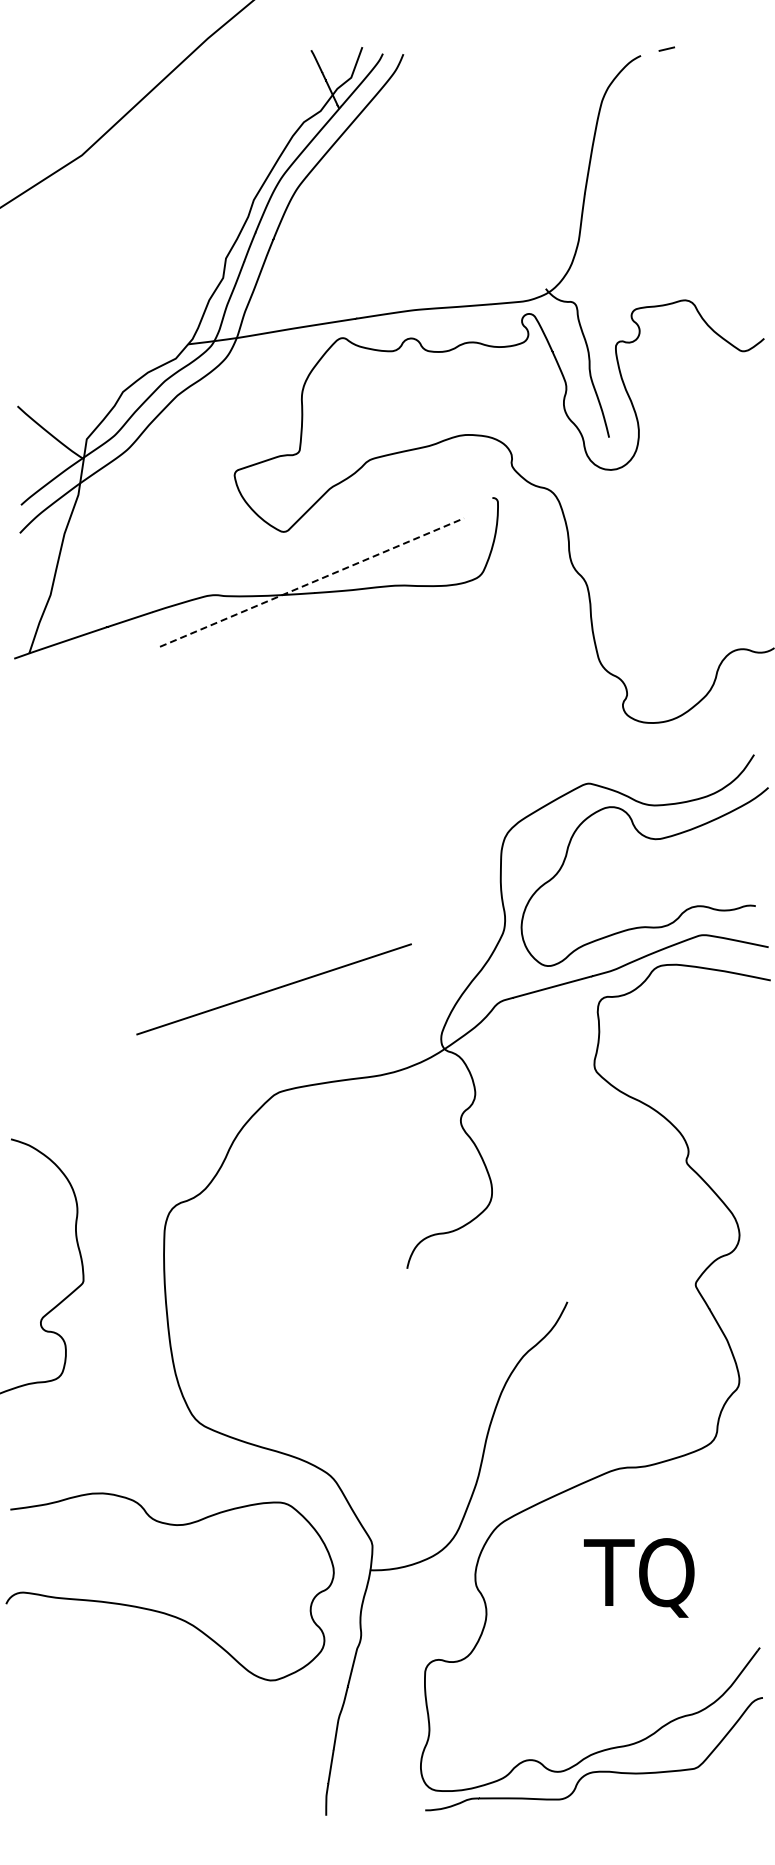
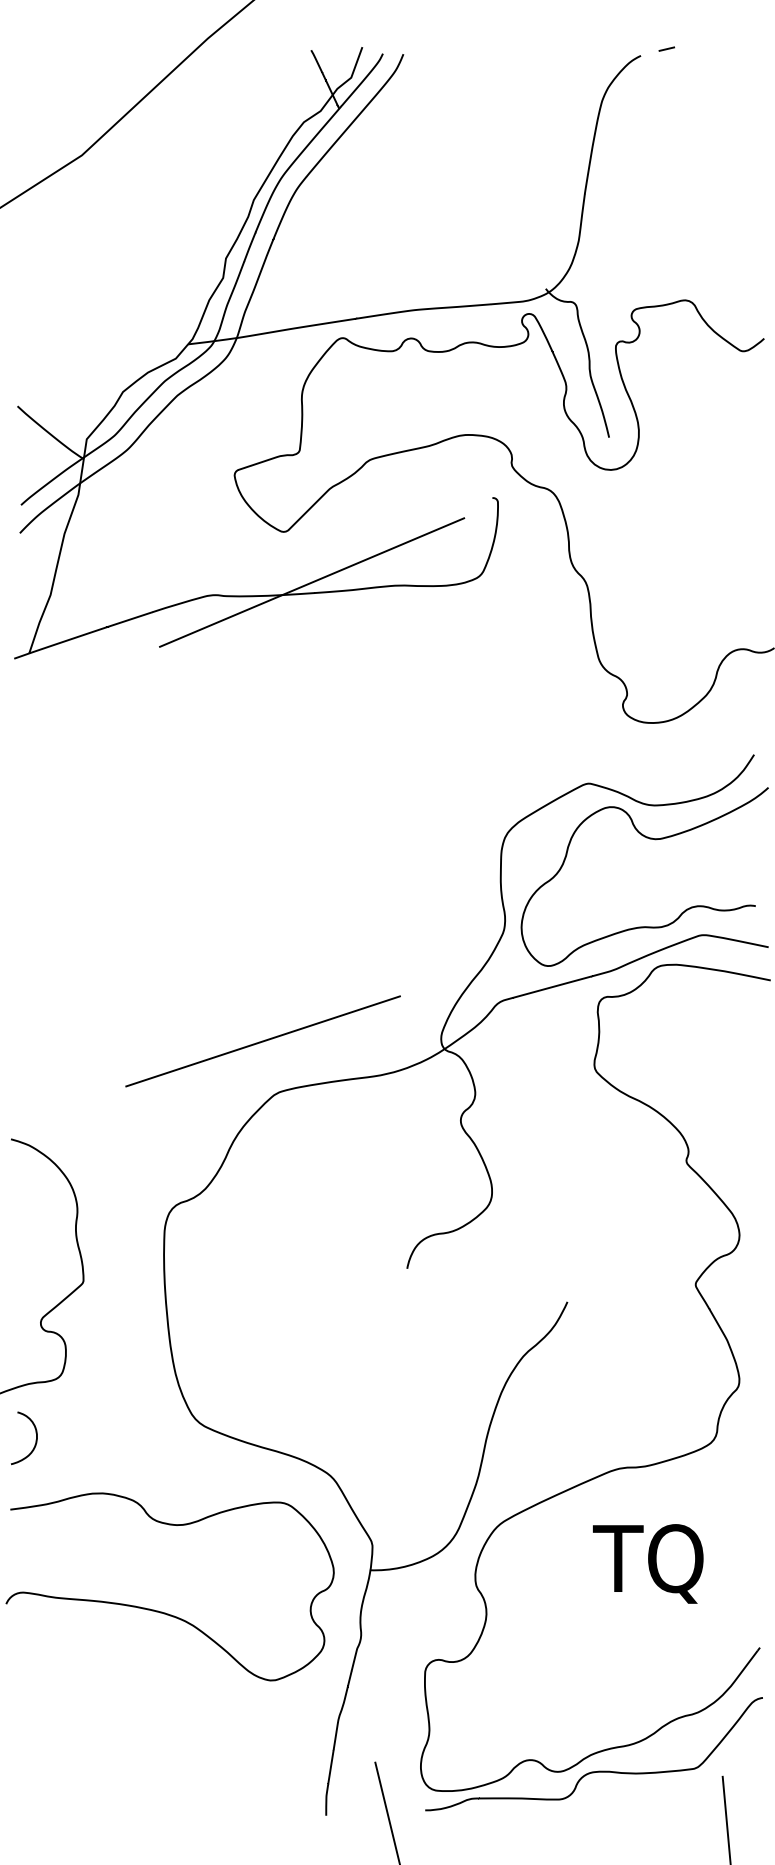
line at (312, 582): dashed -> solid
line at (273, 989) position: (273, 989) -> (262, 1041)
curve at (35, 1440): none -> present
text at (639, 1577) position: (639, 1577) -> (648, 1563)
line at (387, 1811): none -> present
line at (726, 1818): none -> present
